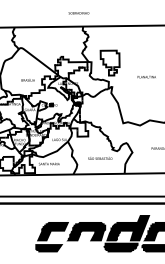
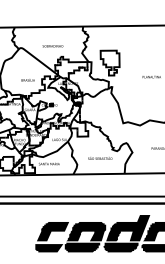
text at (78, 13) position: (78, 13) -> (52, 46)
text at (146, 76) position: (146, 76) -> (151, 76)
fill at (82, 247): none -> present
